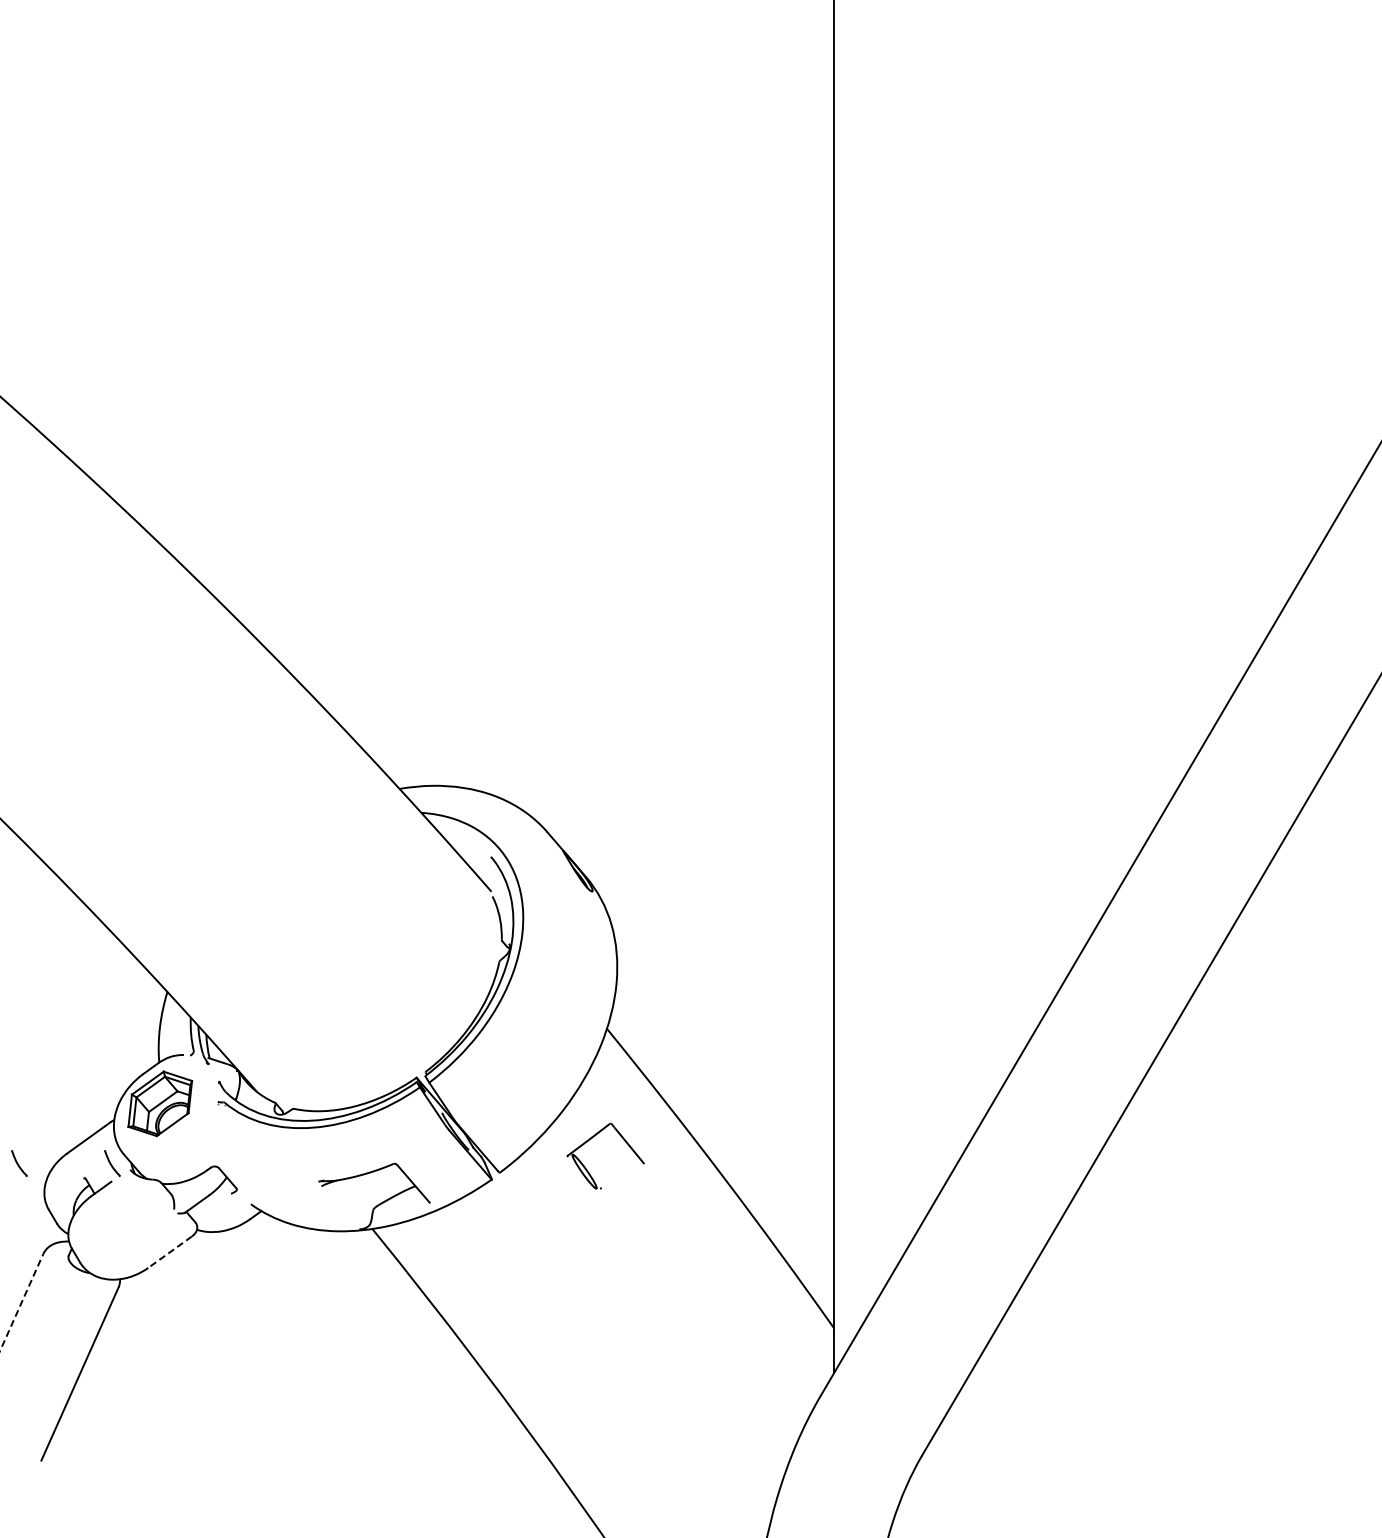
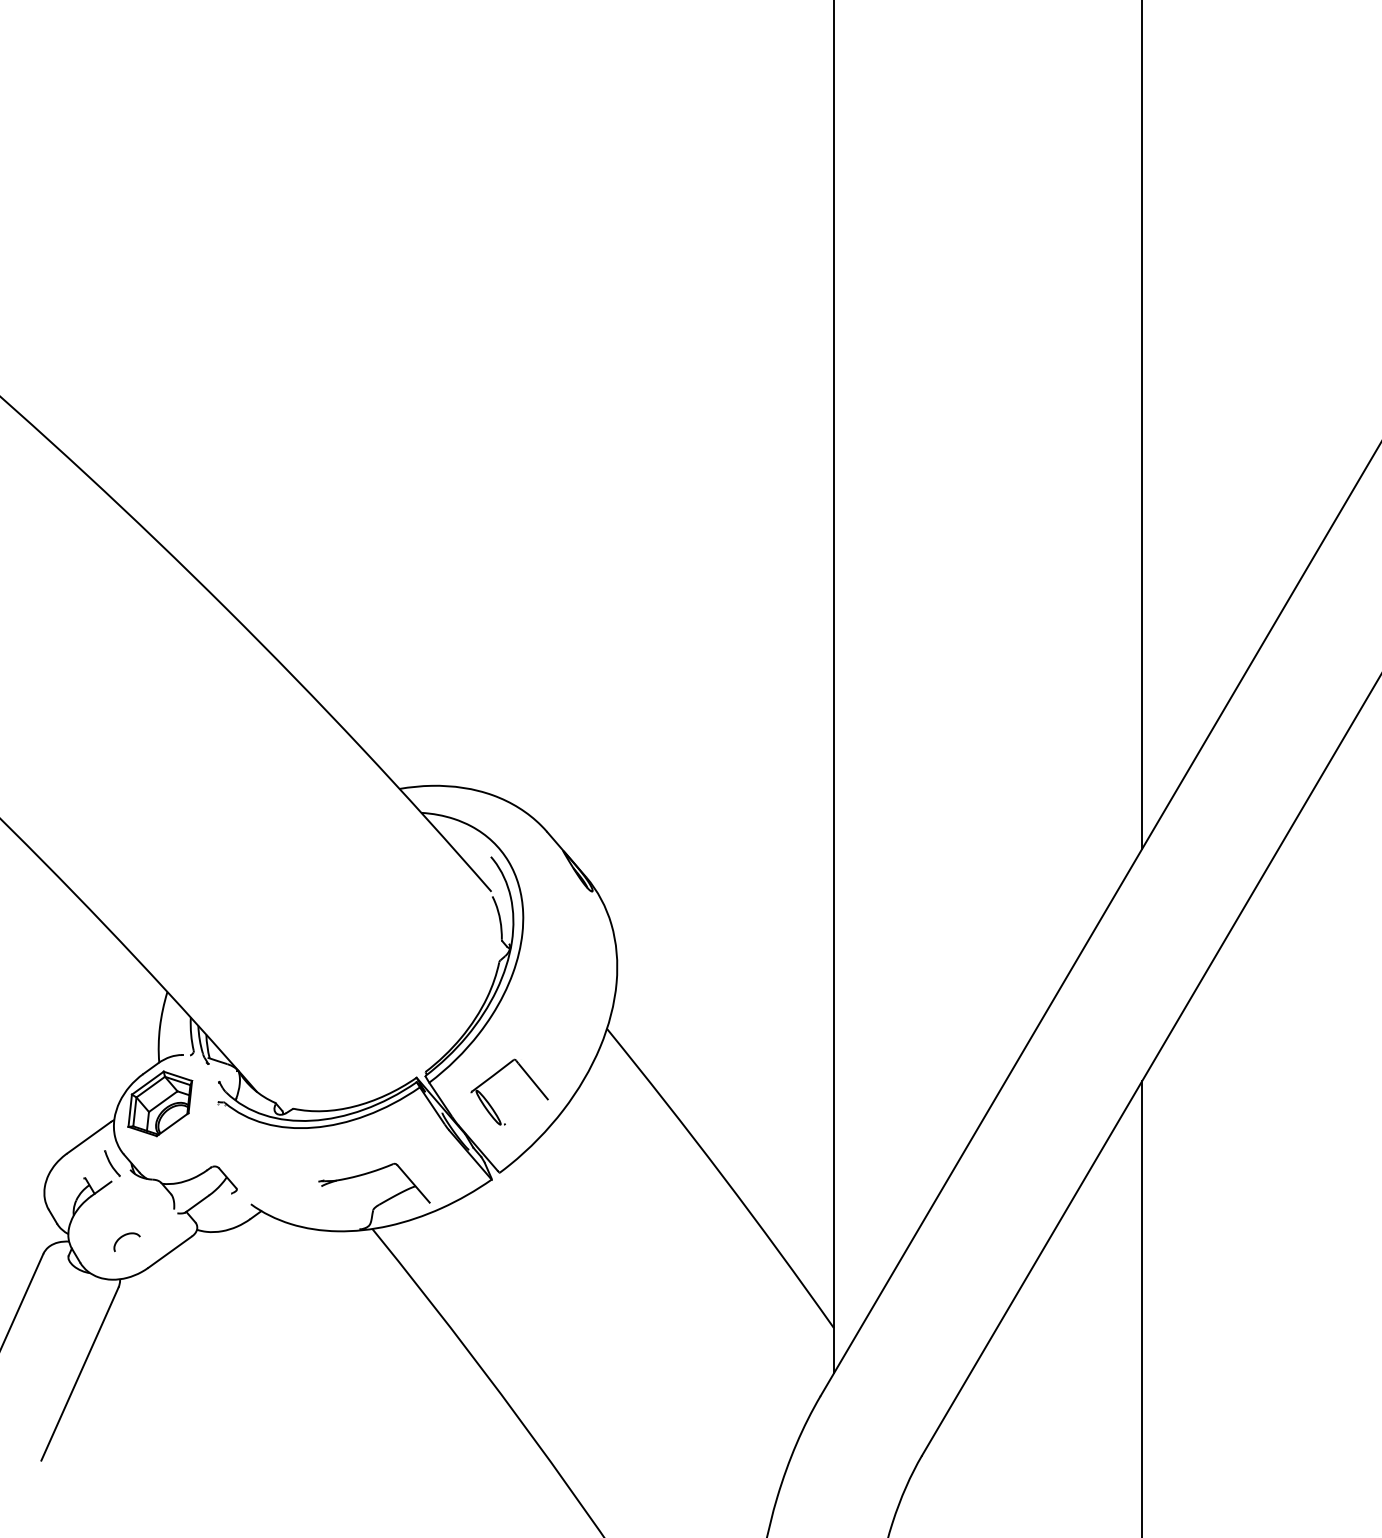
line at (1141, 426): none -> present
part at (591, 1139) position: (591, 1139) -> (495, 1075)
part at (19, 1163): present -> none
curve at (124, 1236): none -> present
line at (170, 1252): dashed -> solid
line at (21, 1302): dashed -> solid
line at (1141, 1307): none -> present
